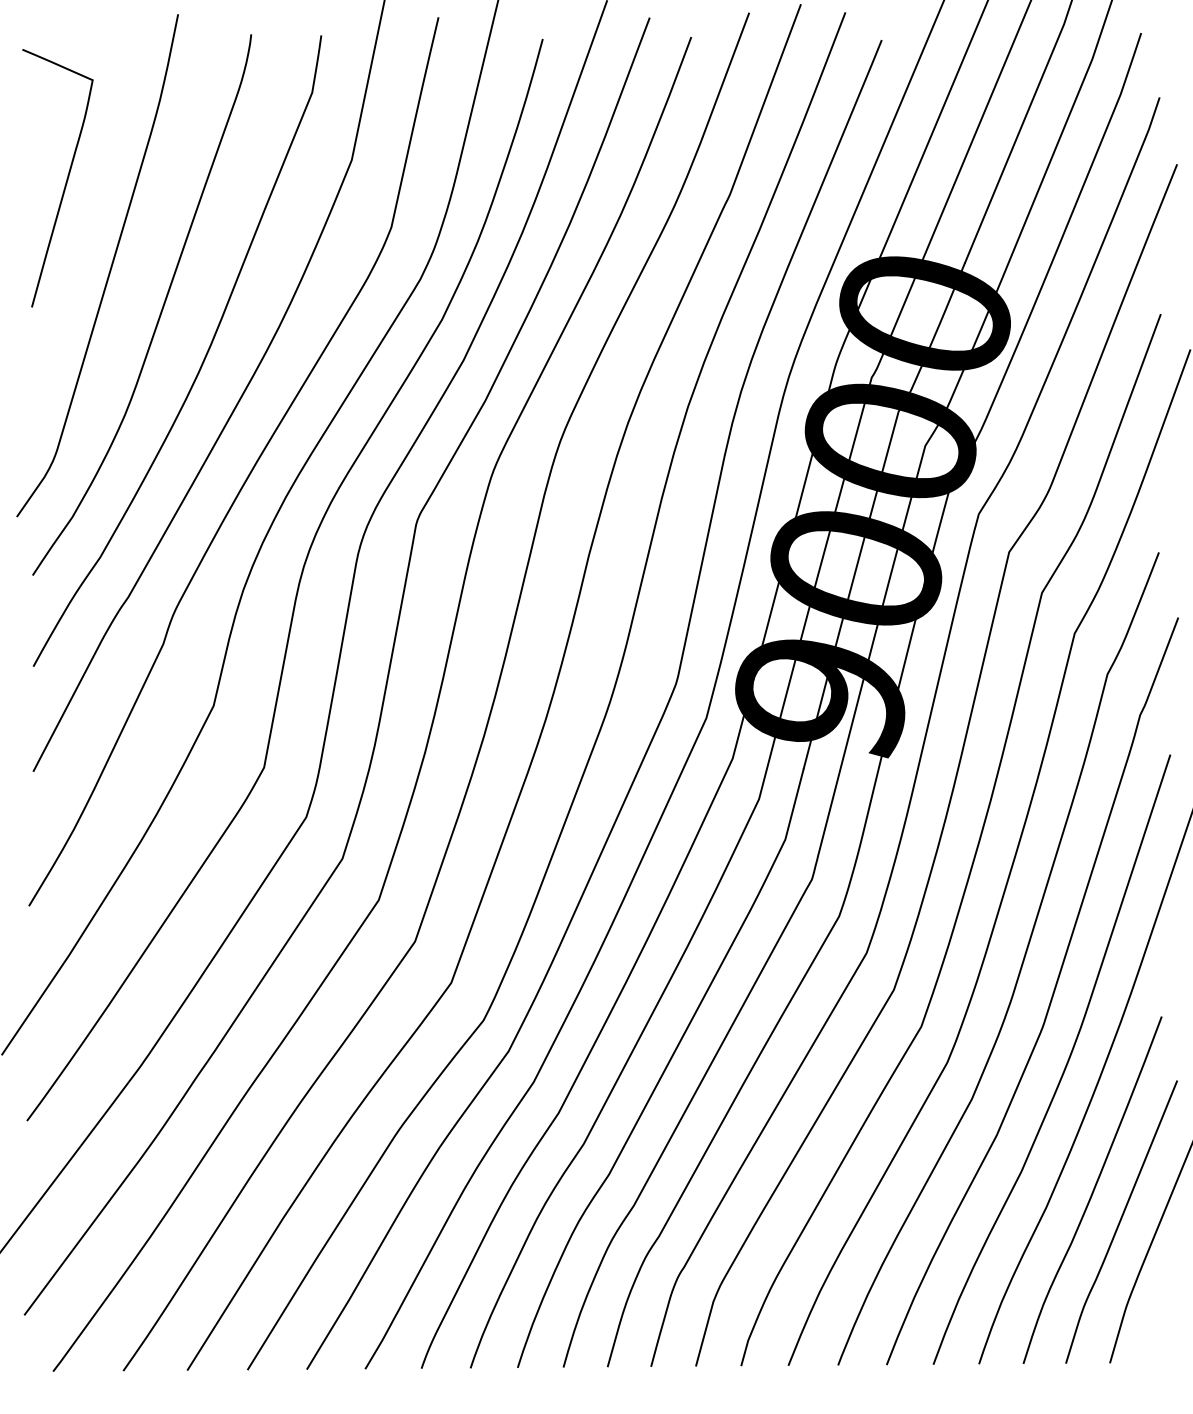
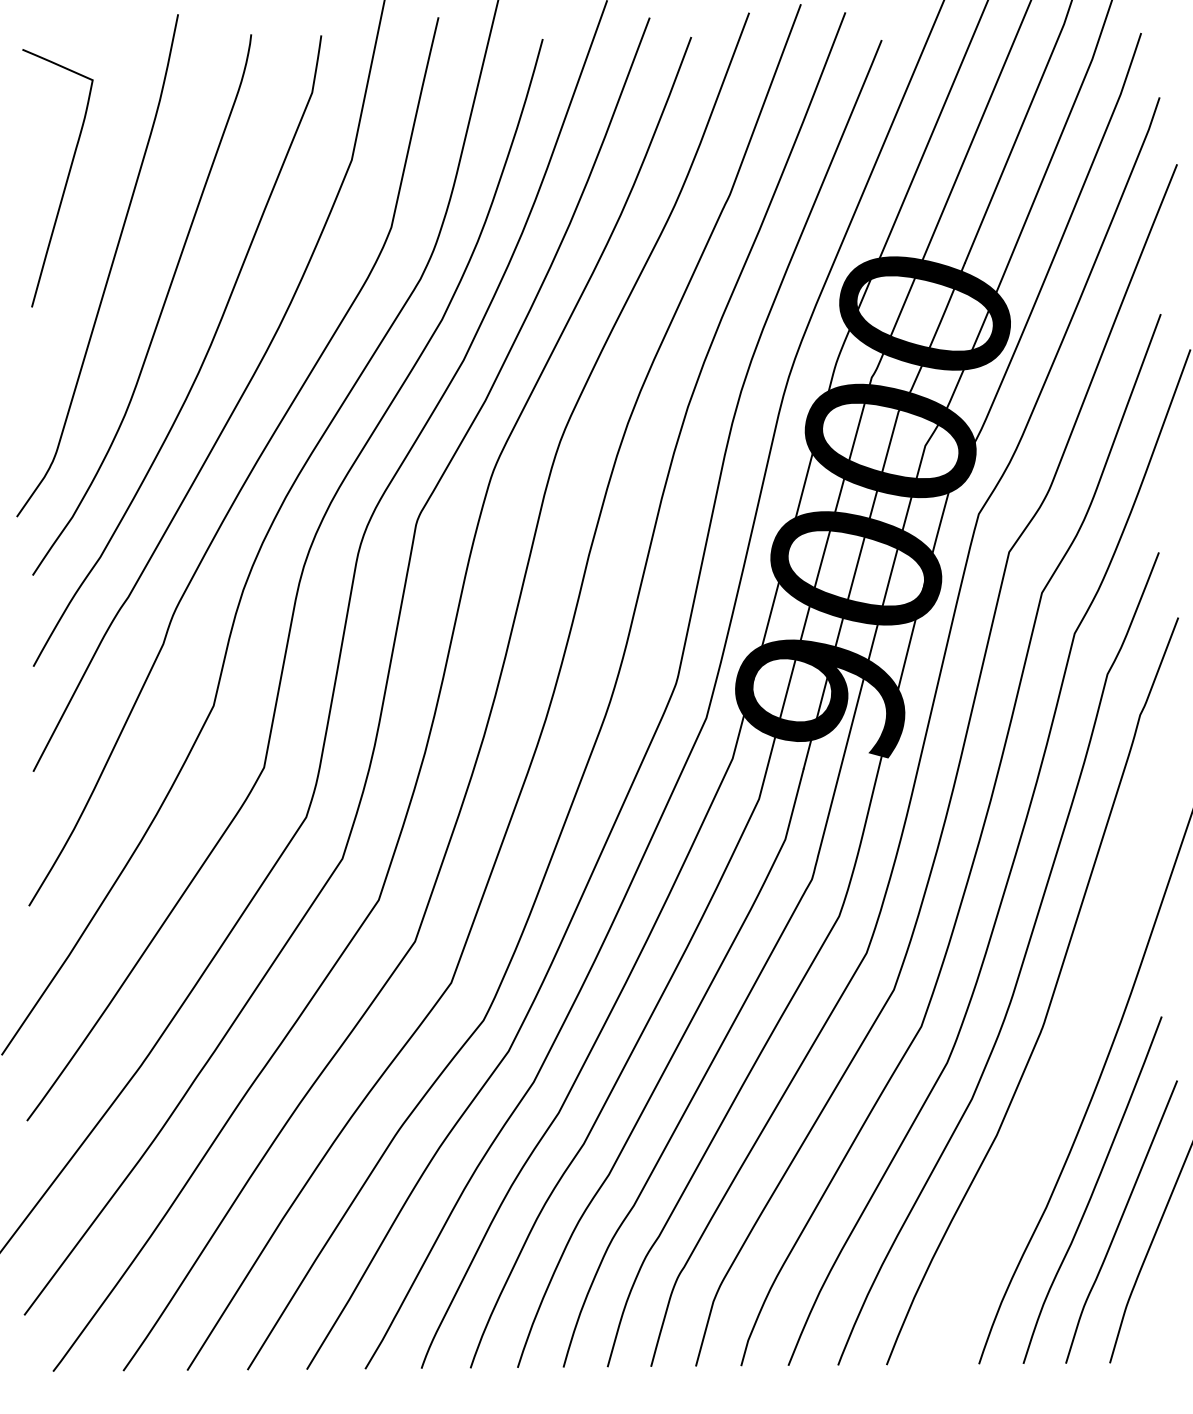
curve at (1065, 1065): present -> none
